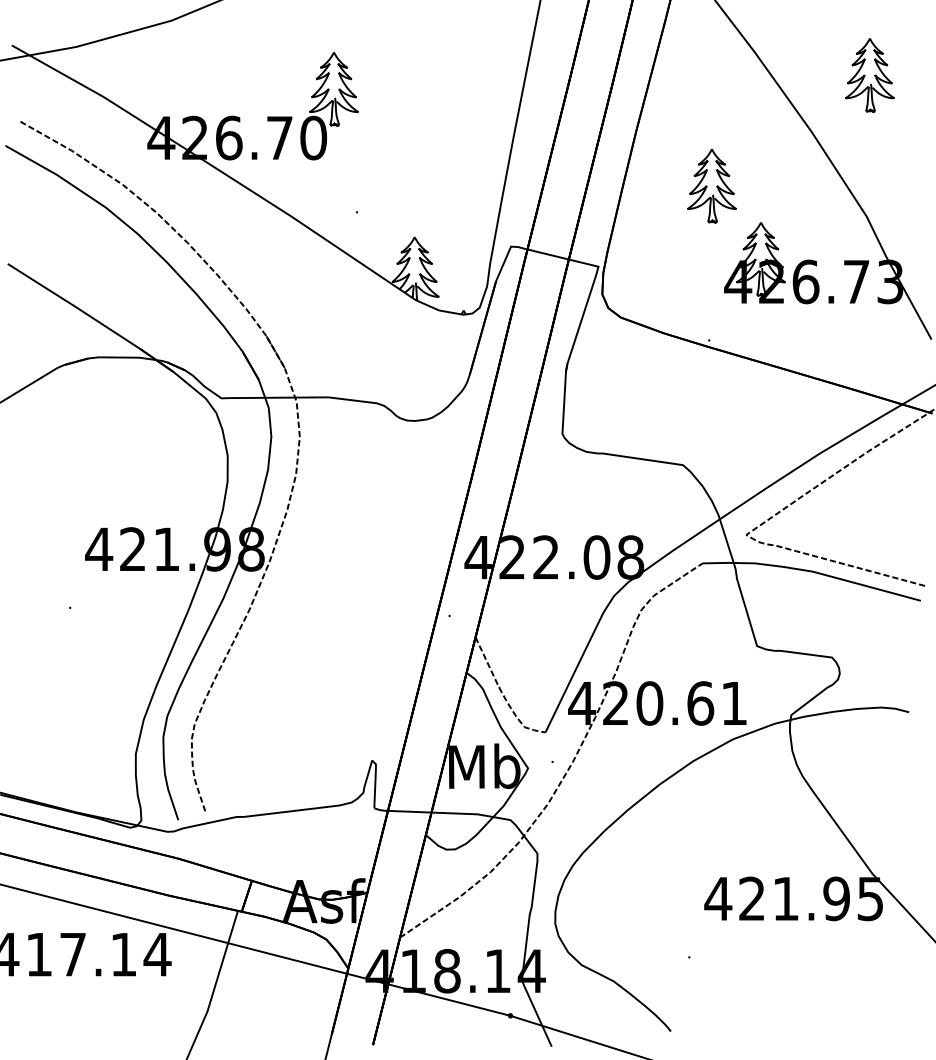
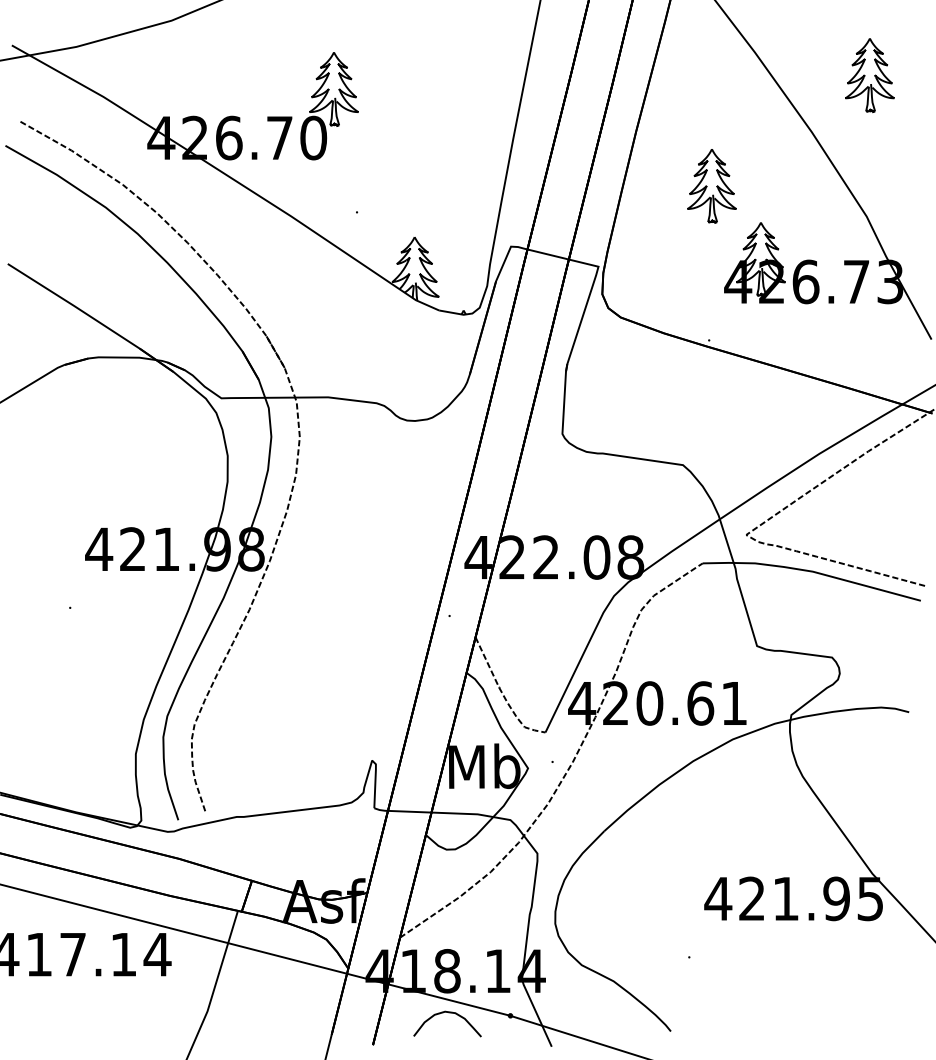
curve at (448, 1013): none -> present
